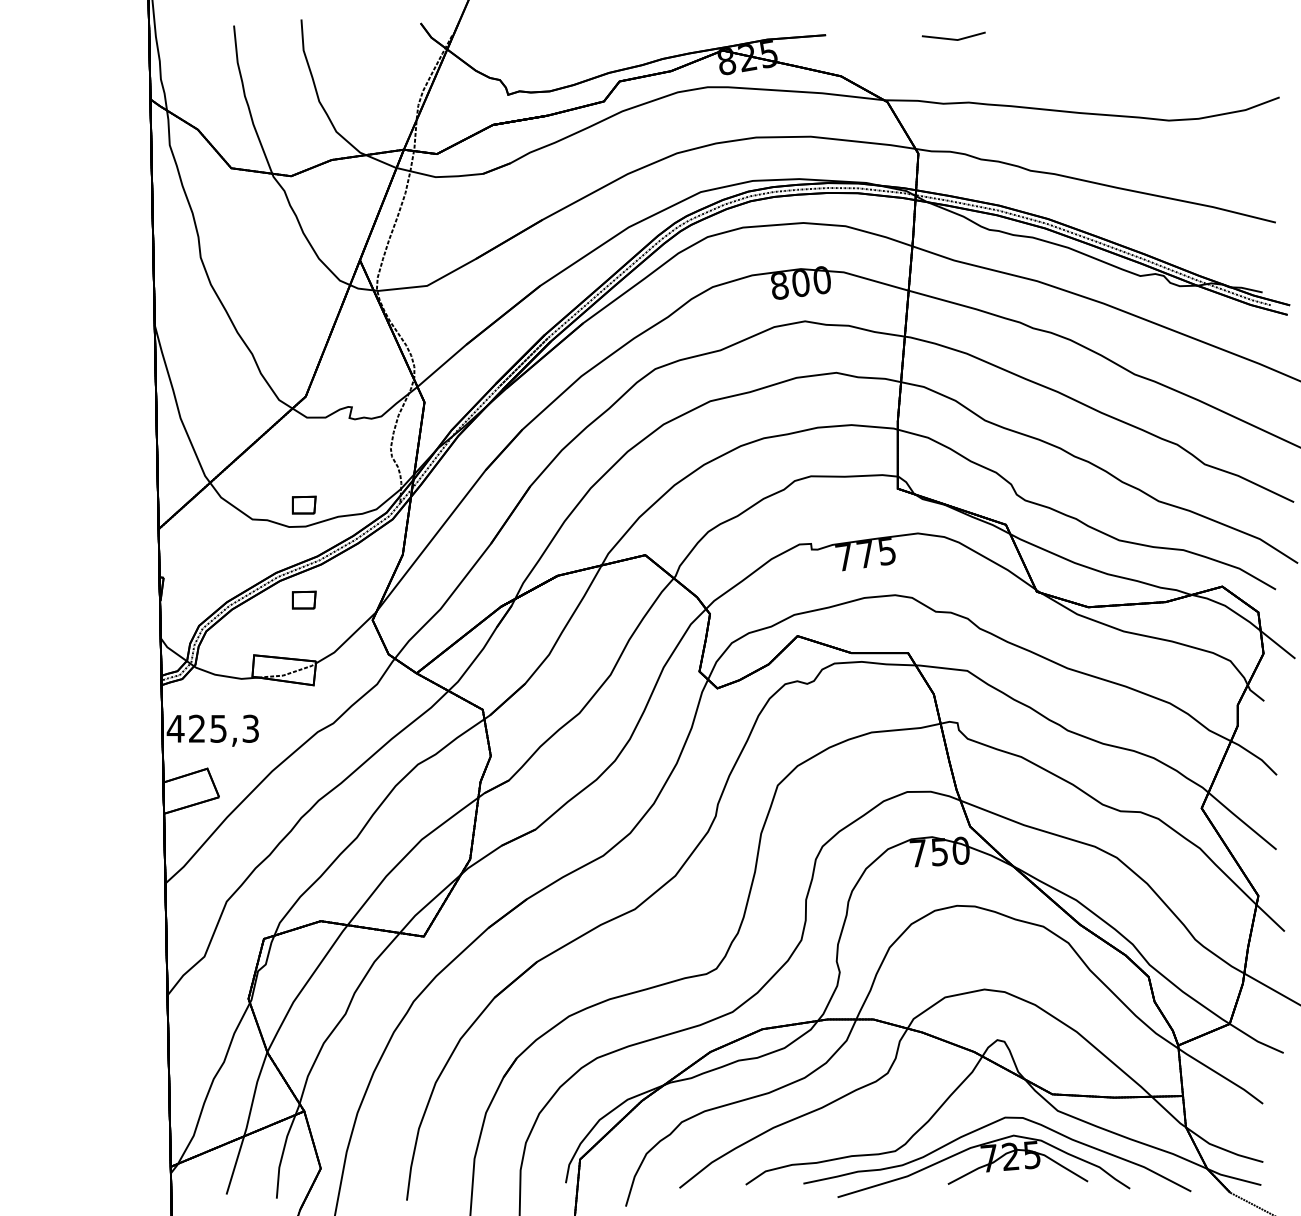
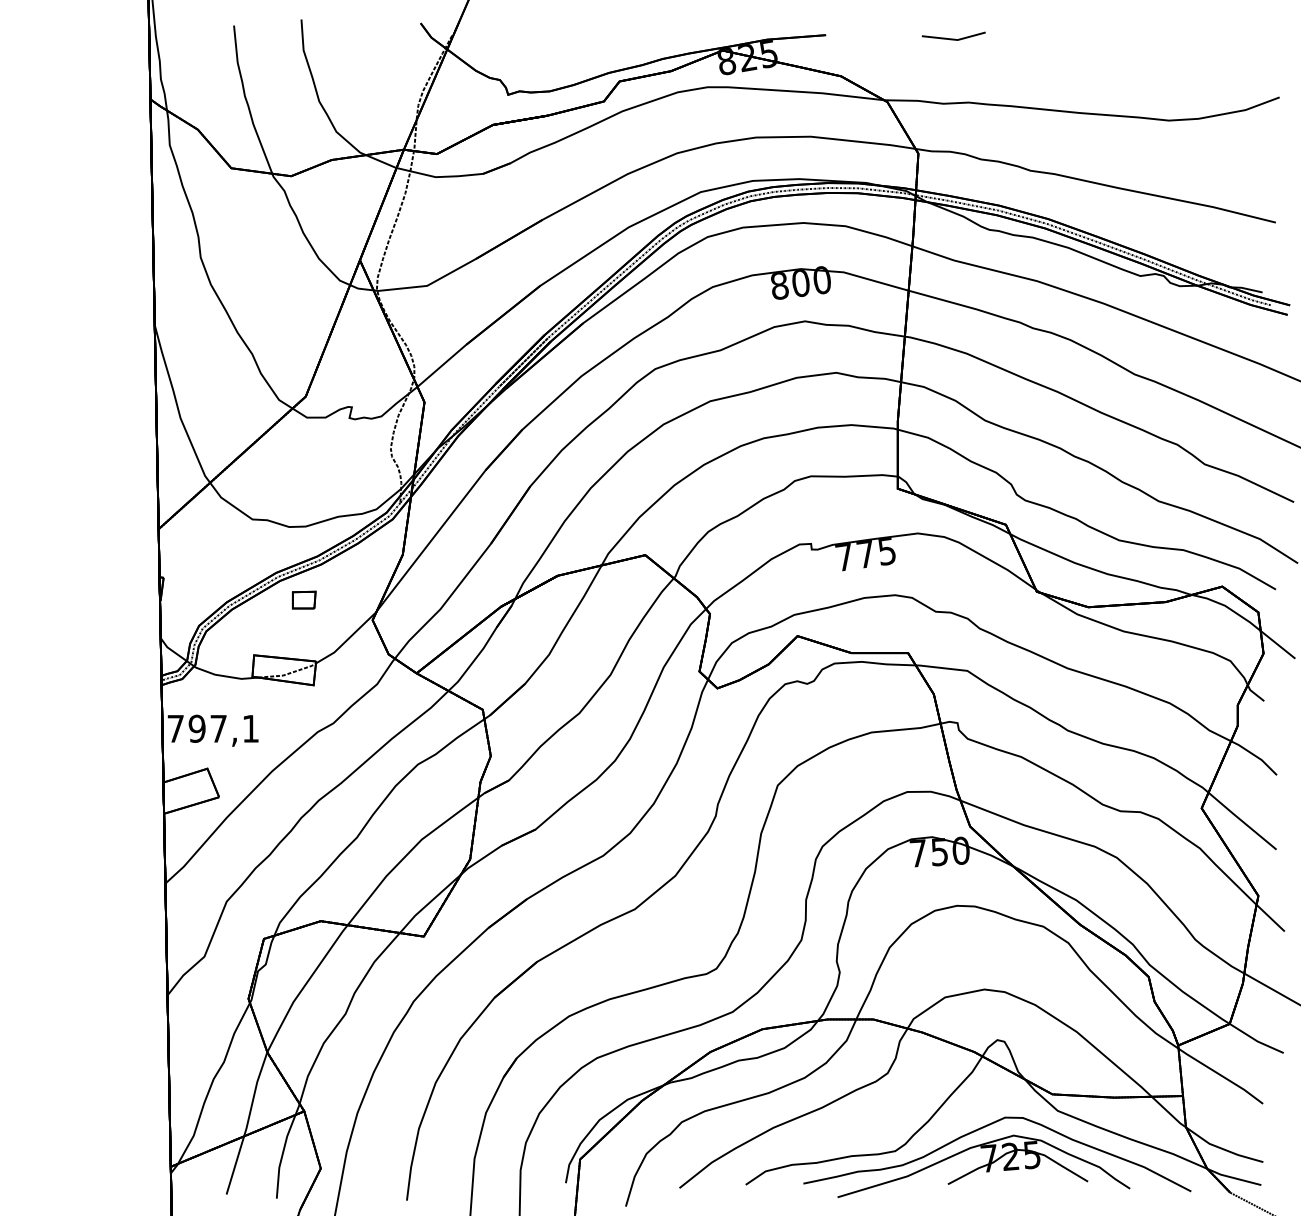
part at (303, 504): present -> none
text at (212, 728): 425,3 -> 797,1
